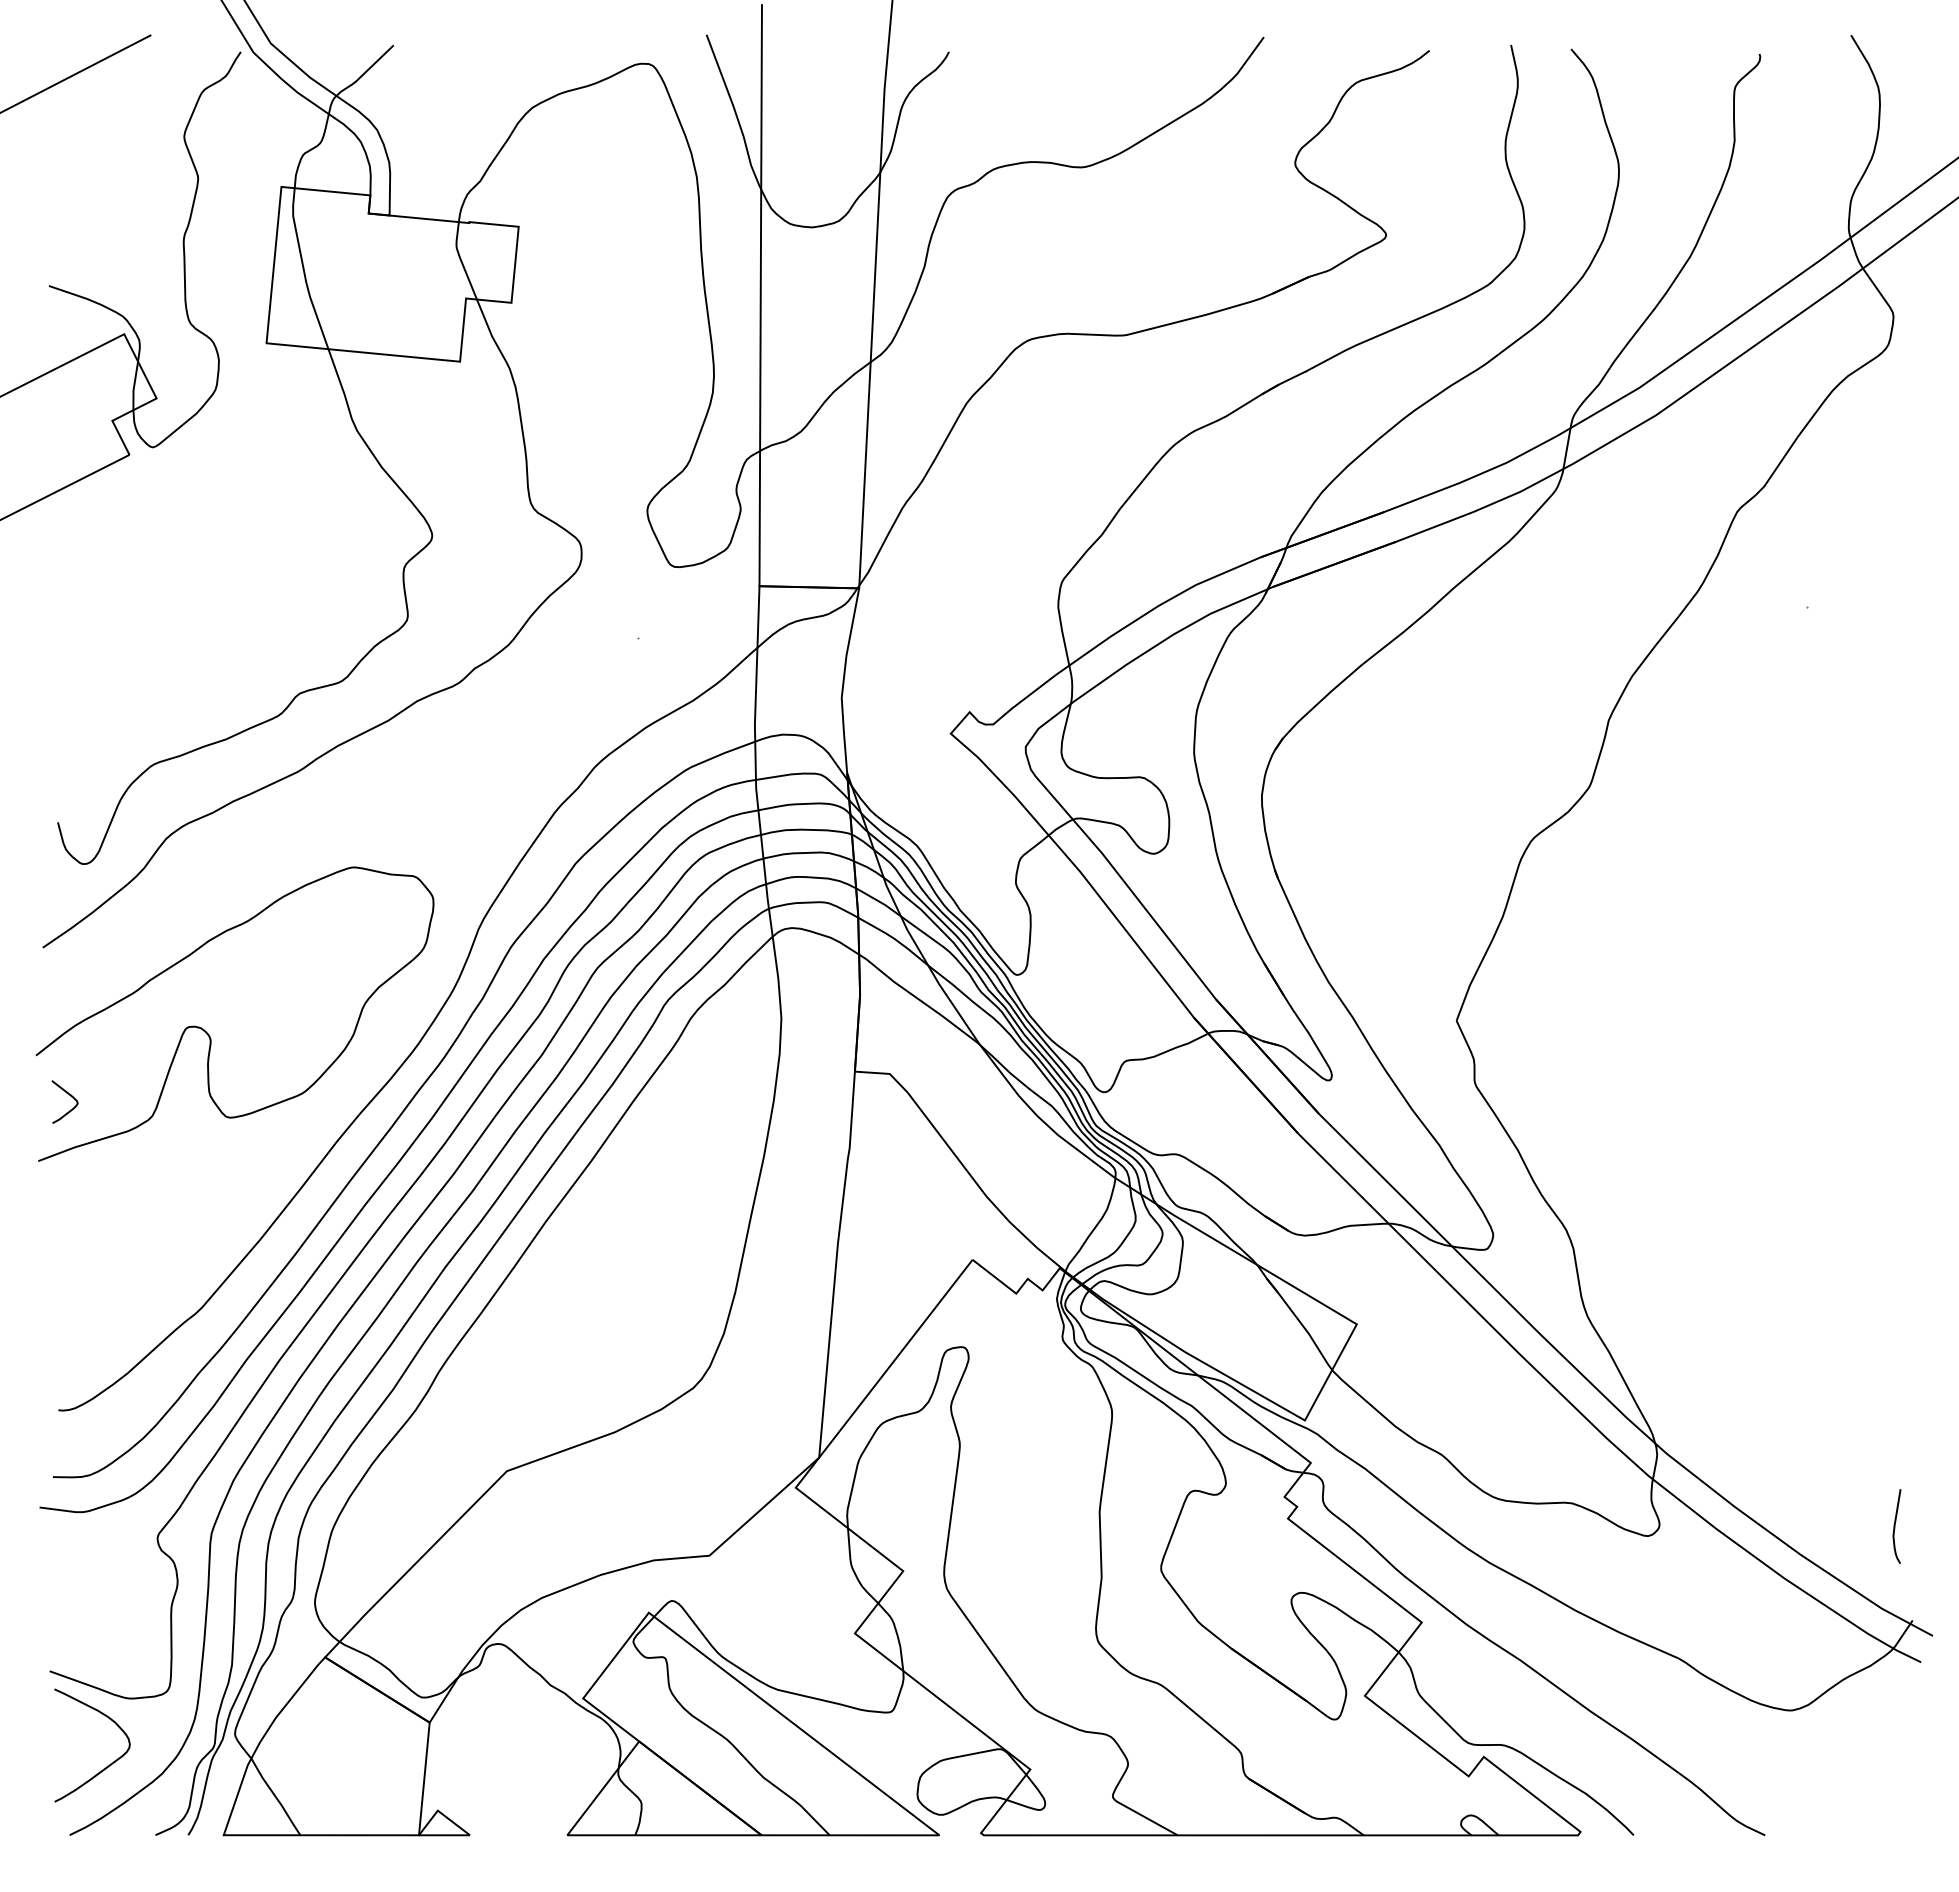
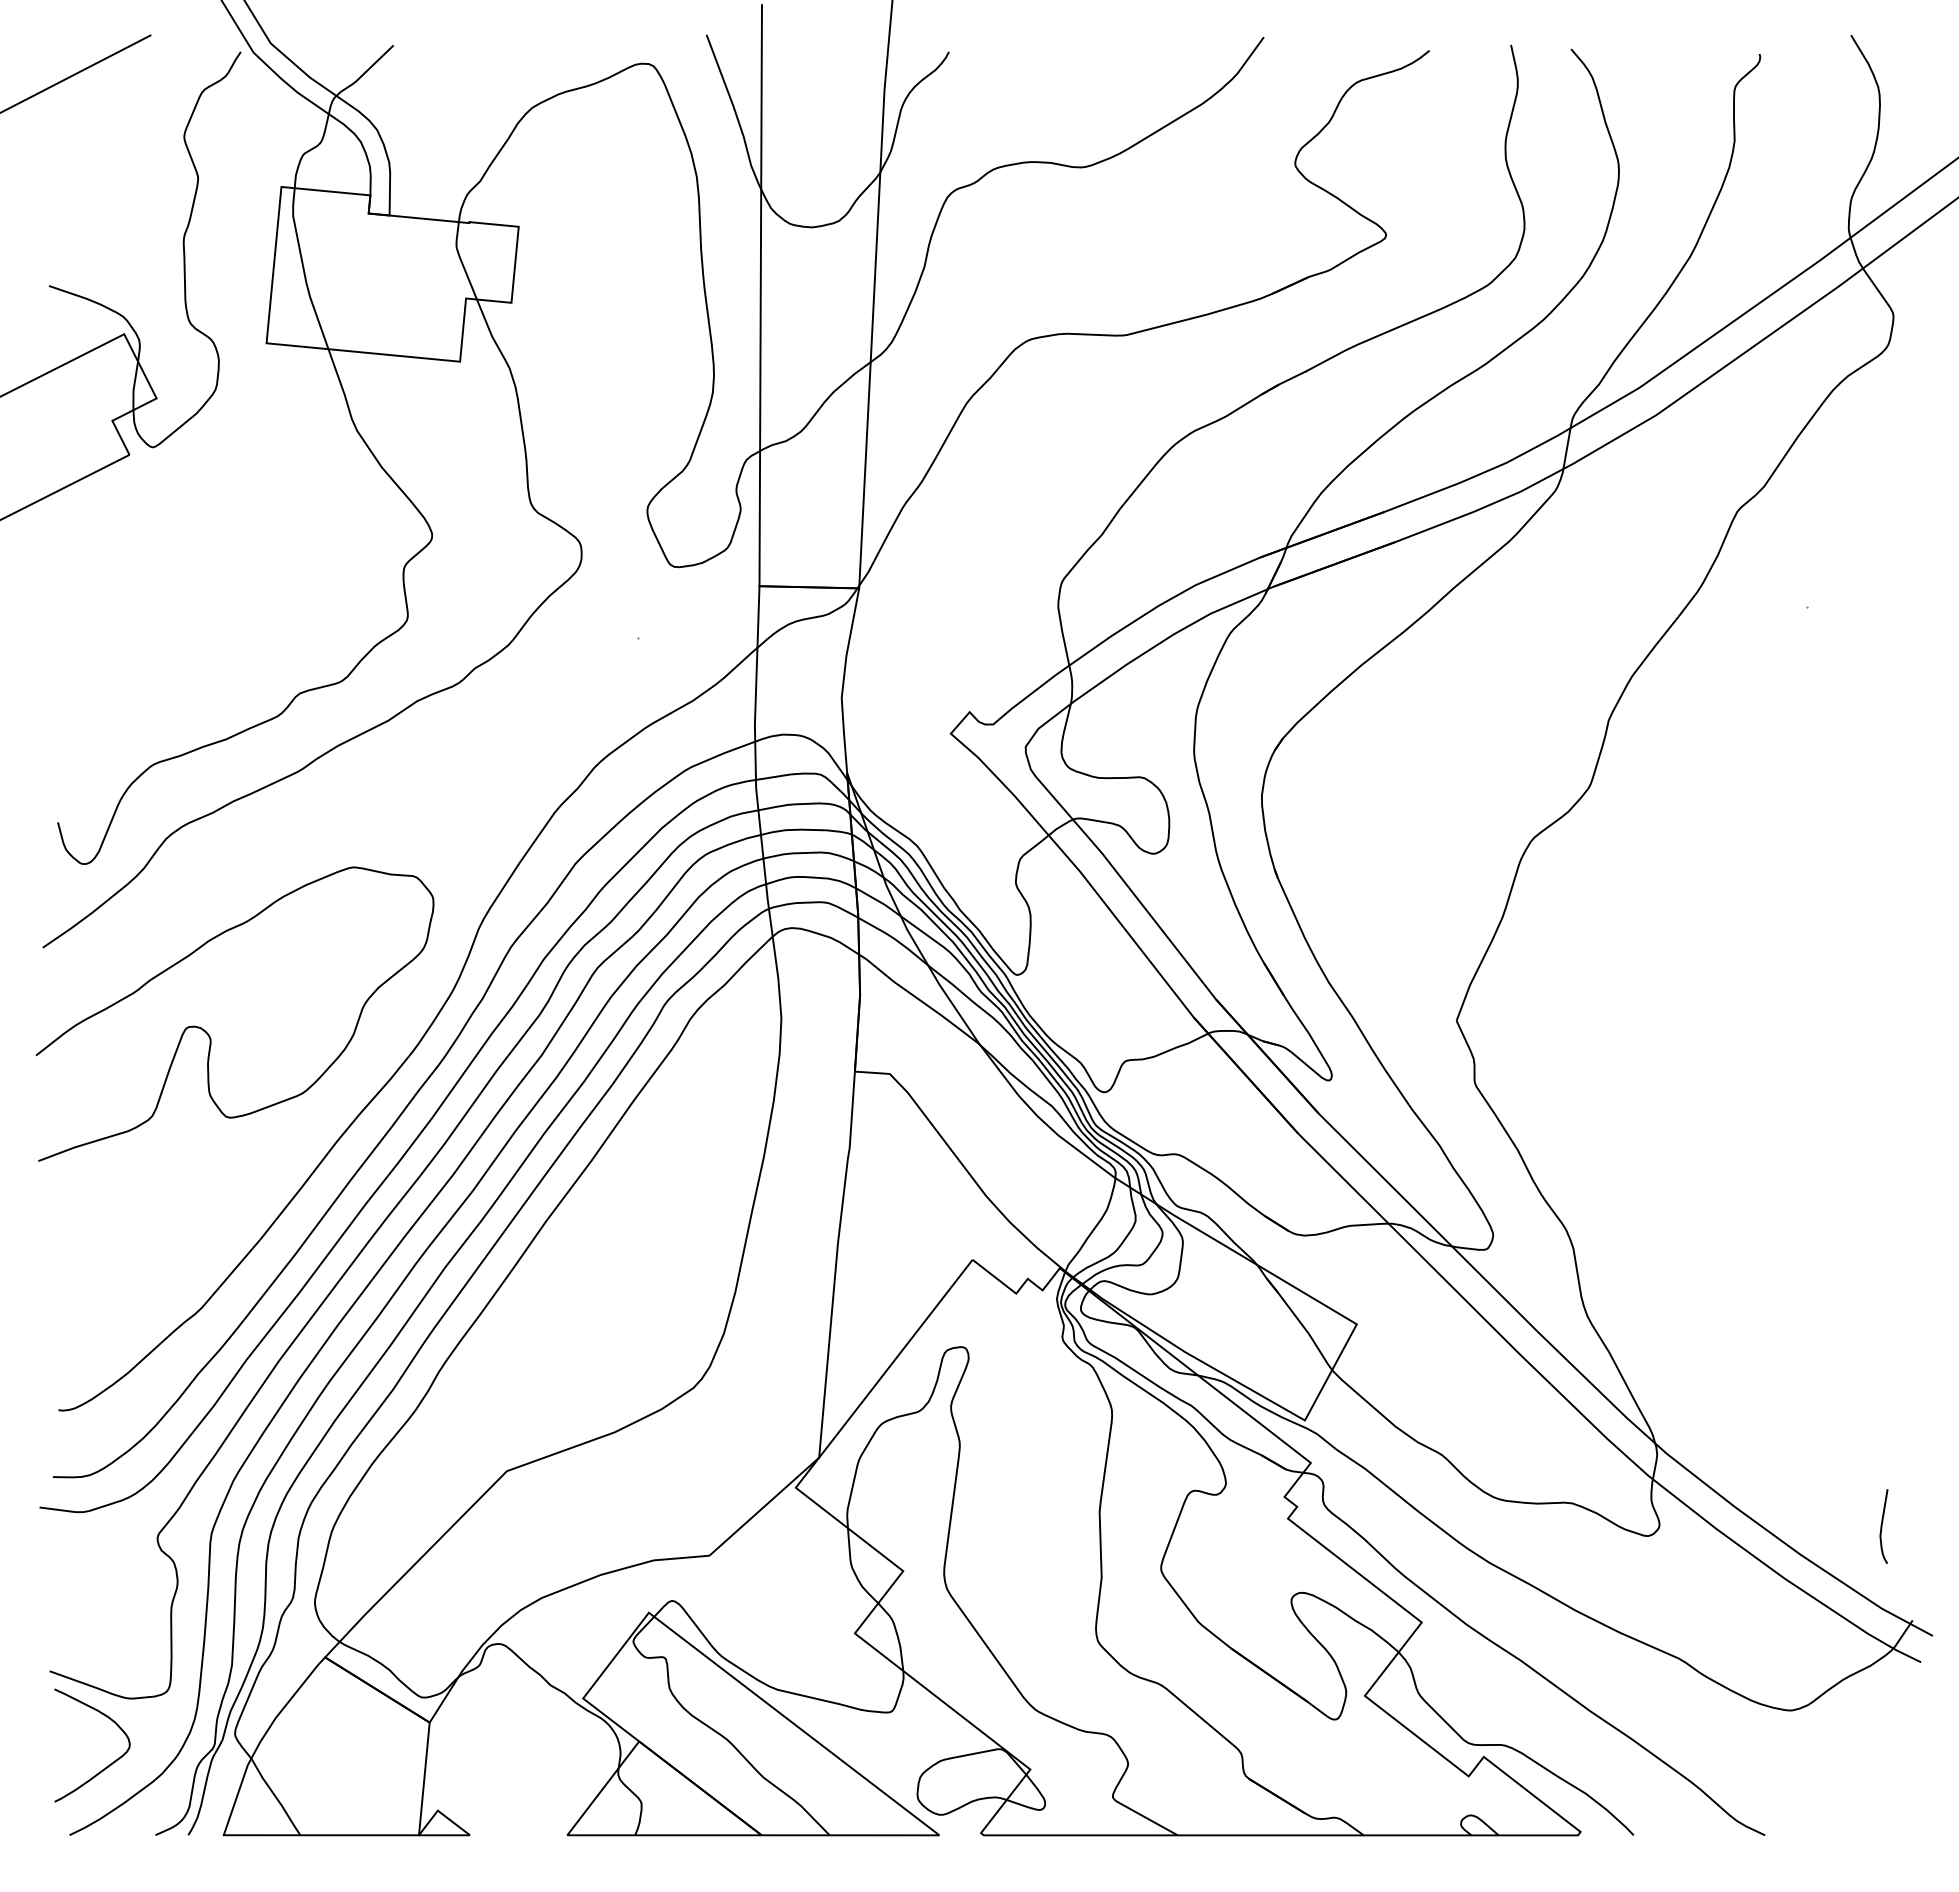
curve at (67, 1094): present -> none
curve at (1895, 1526) position: (1895, 1526) -> (1882, 1526)
